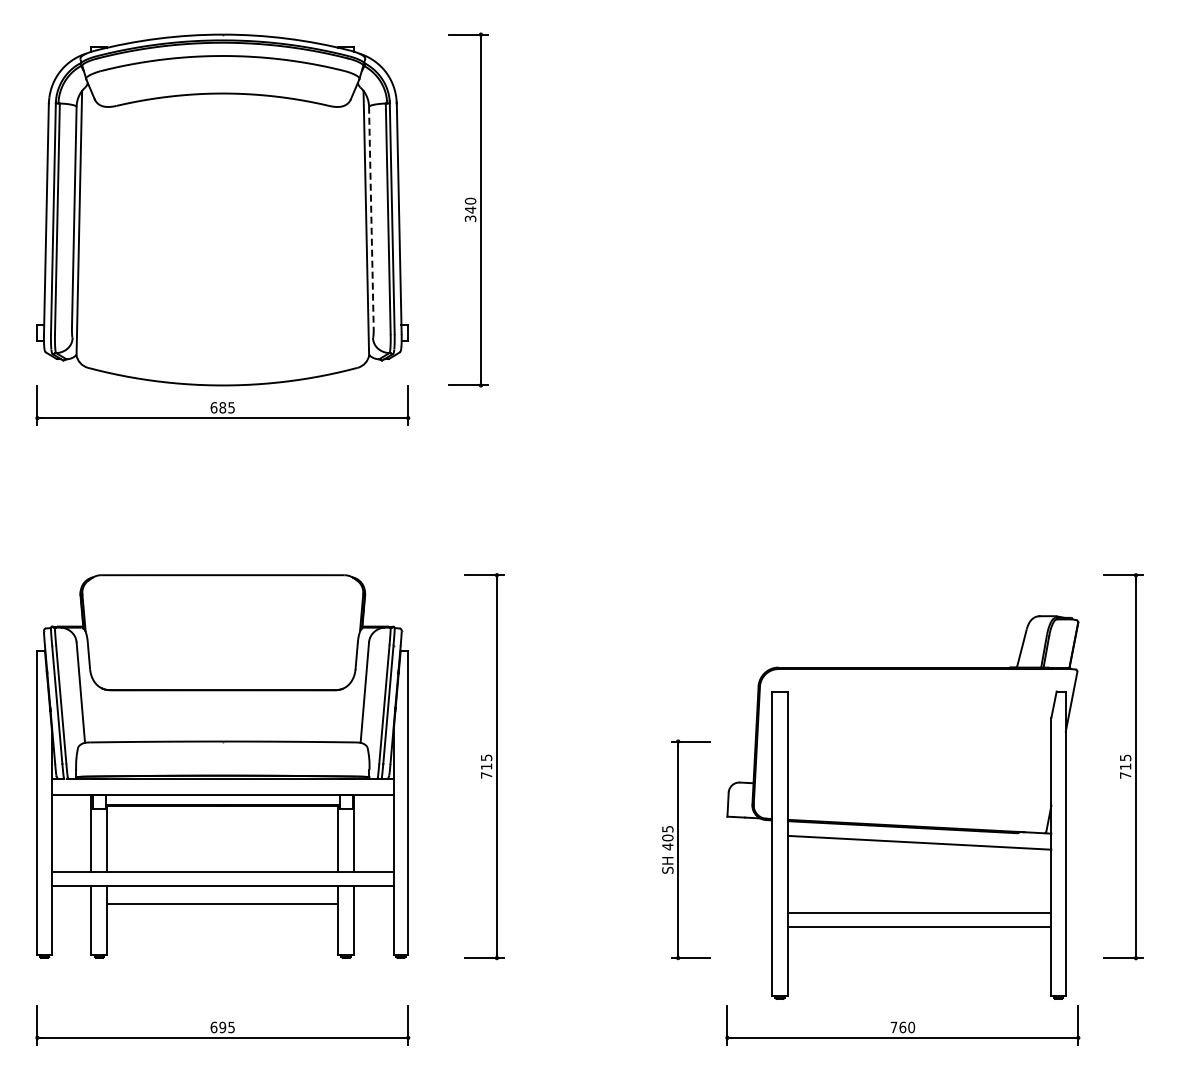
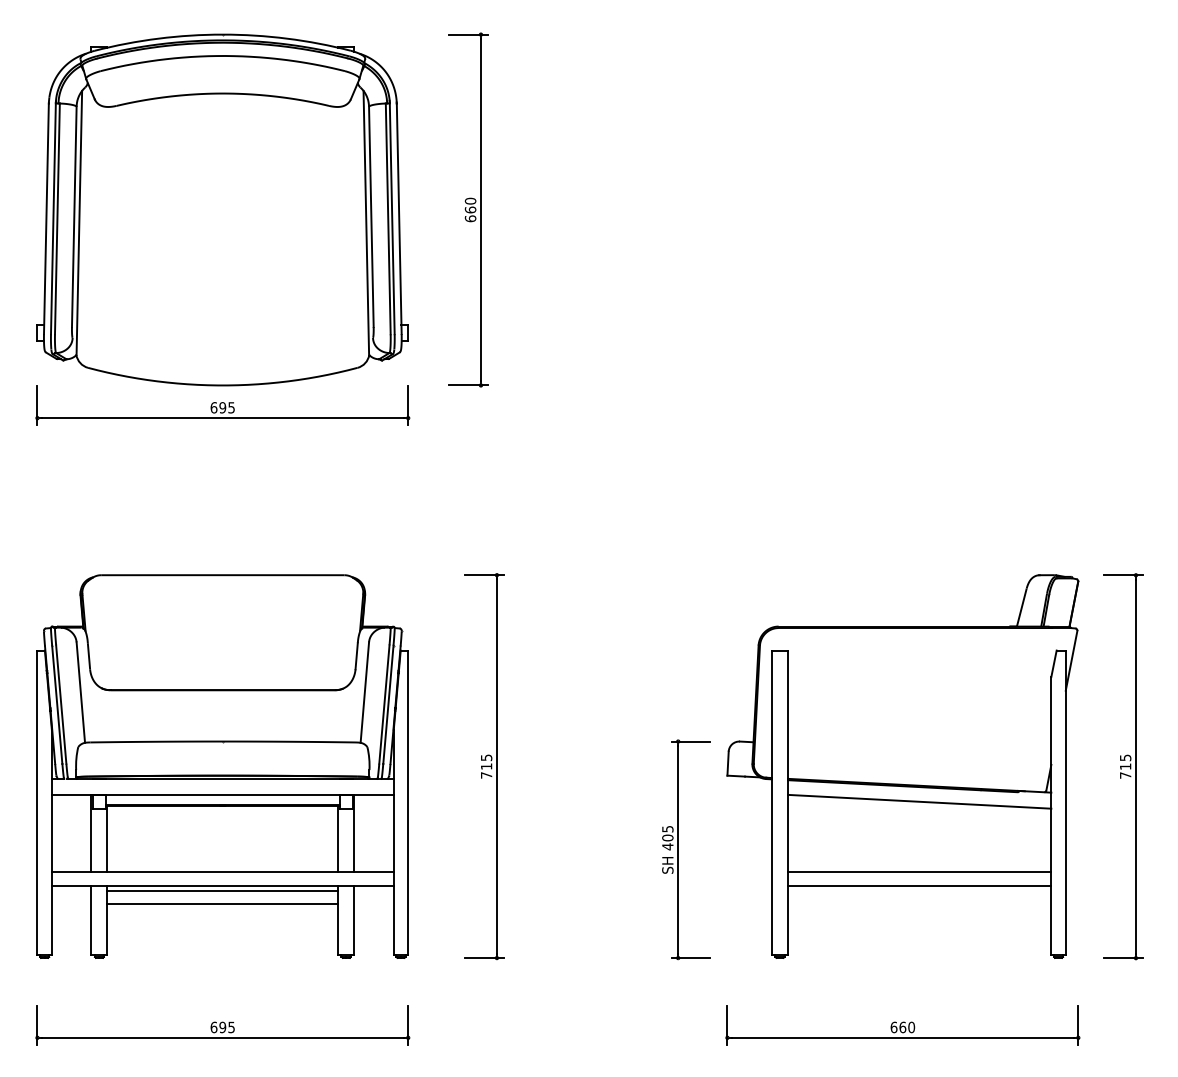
text at (470, 214): 340 -> 660
line at (371, 217): dashed -> solid
text at (222, 407): 685 -> 695
part at (902, 807) position: (902, 807) -> (902, 766)
line at (222, 890): none -> present
text at (893, 1027): 760 -> 660
